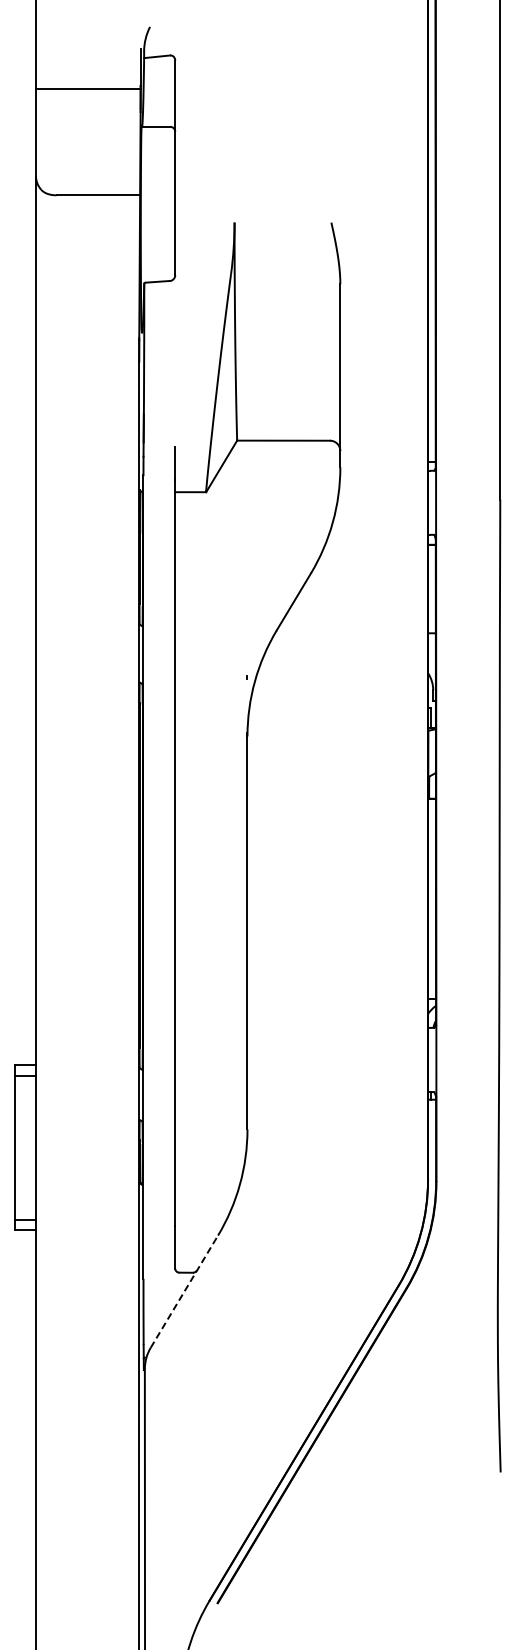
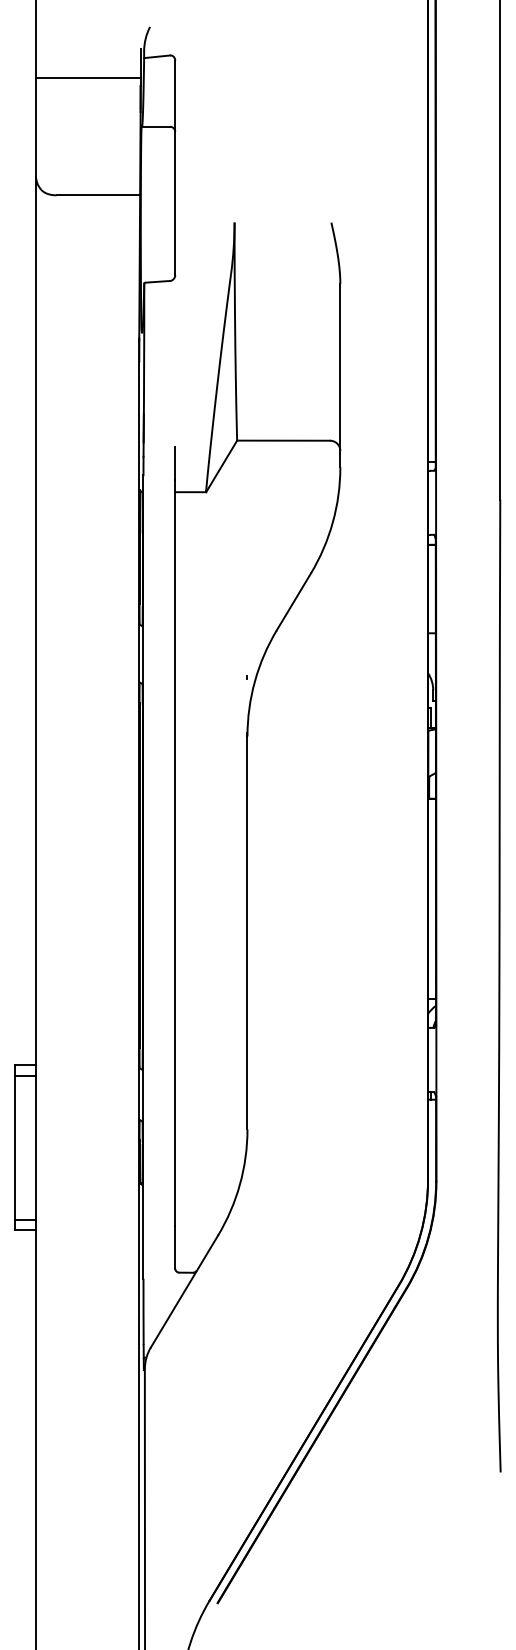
line at (87, 88) position: (87, 88) -> (87, 77)
line at (184, 1291): dashed -> solid
